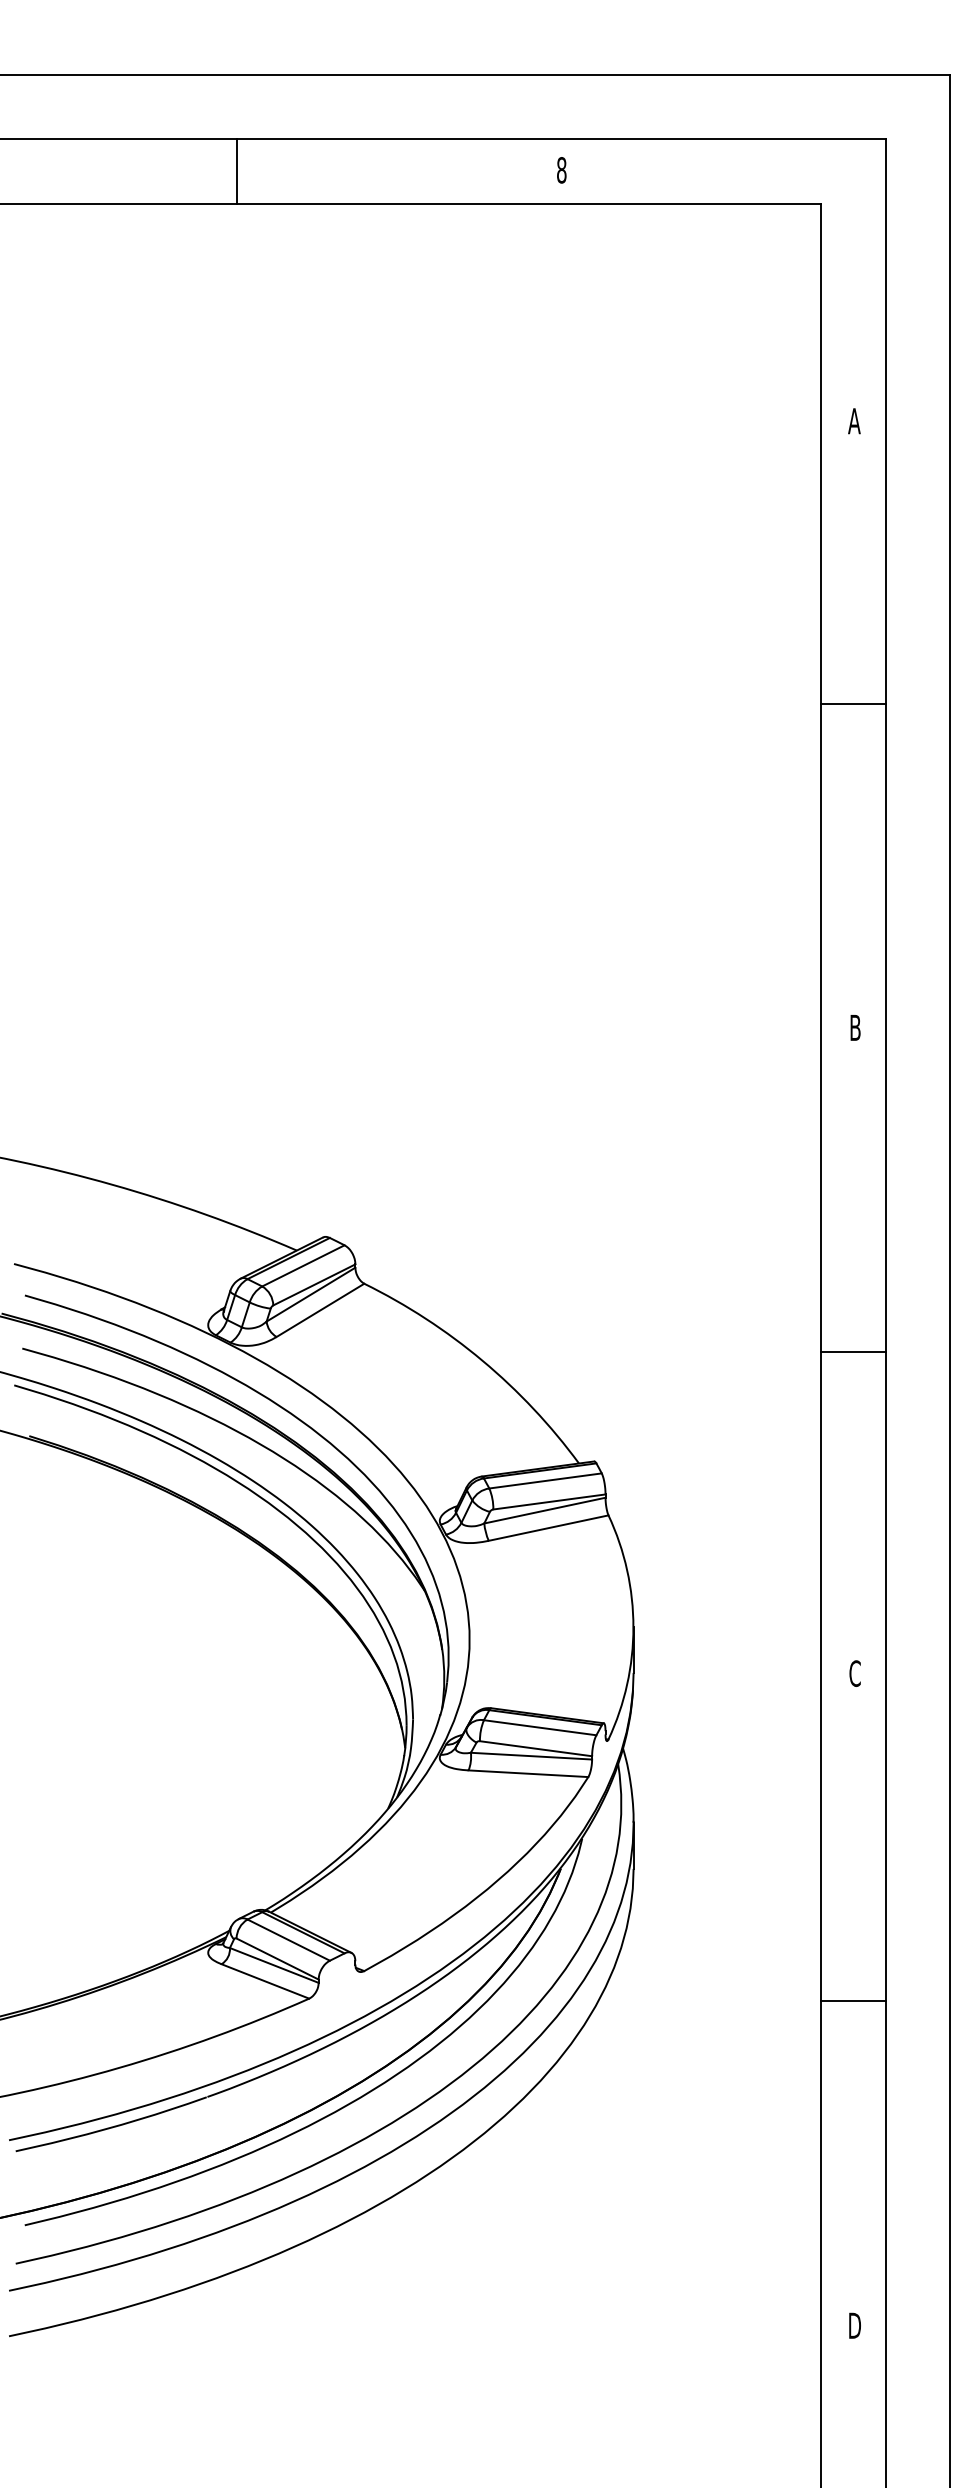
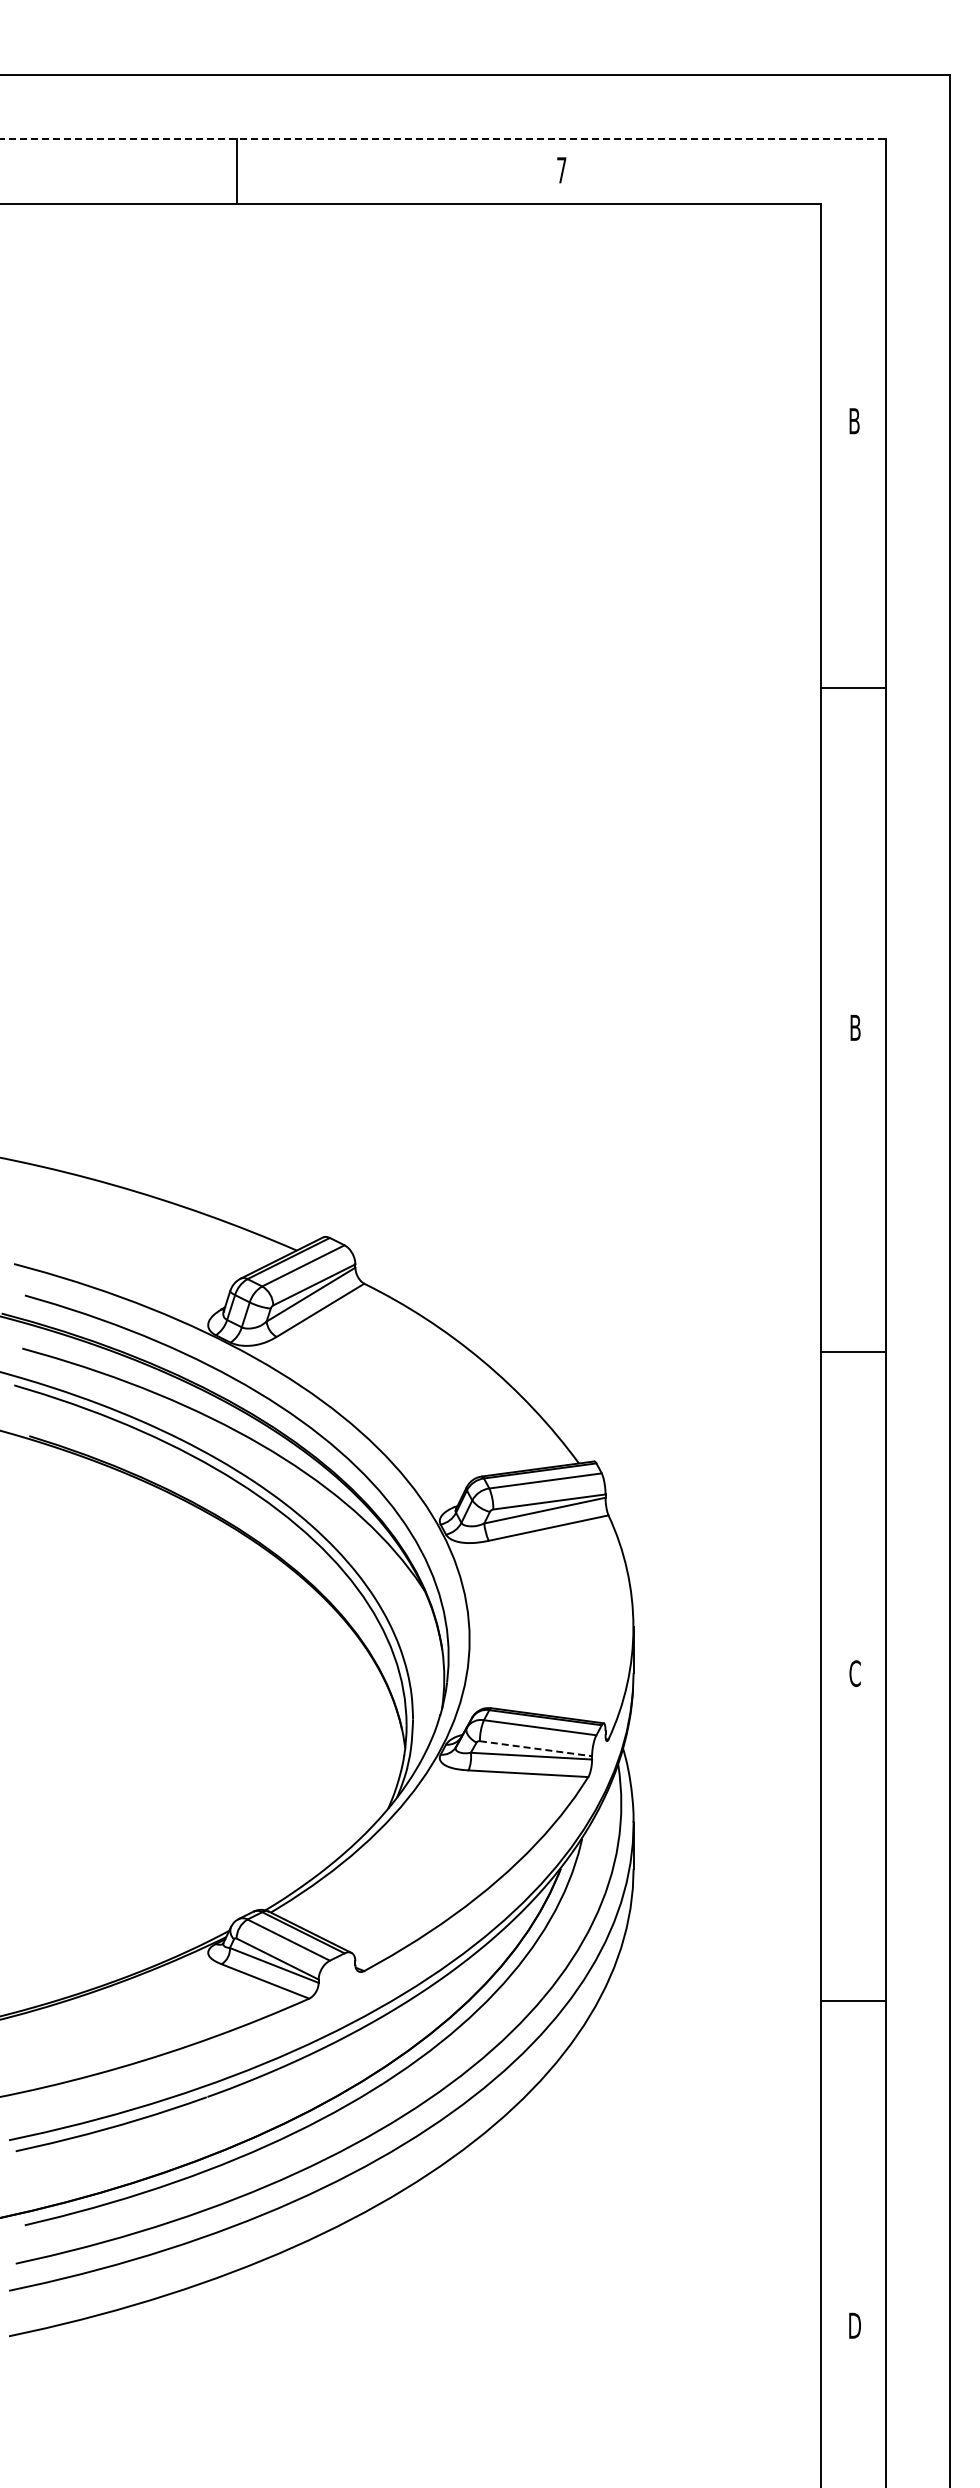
line at (443, 139): solid -> dashed
text at (561, 170): 8 -> 7
text at (854, 421): A -> B
line at (852, 703) position: (852, 703) -> (852, 687)
line at (536, 1748): solid -> dashed
